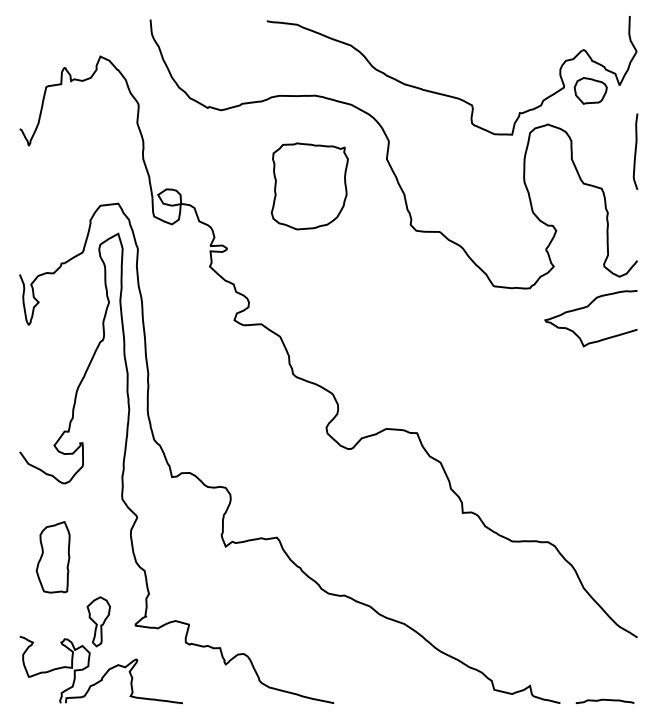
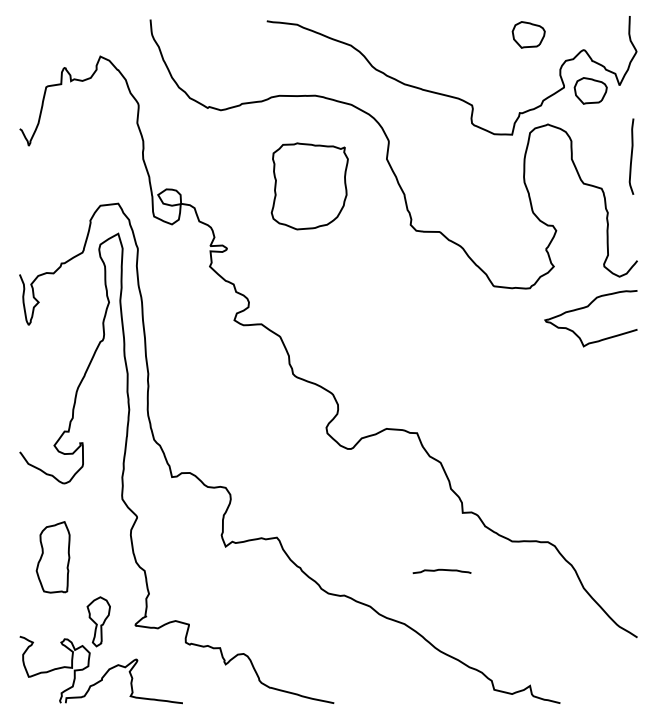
part at (528, 34): none -> present
curve at (635, 151) position: (635, 151) -> (631, 156)
curve at (604, 700) position: (604, 700) -> (441, 570)
